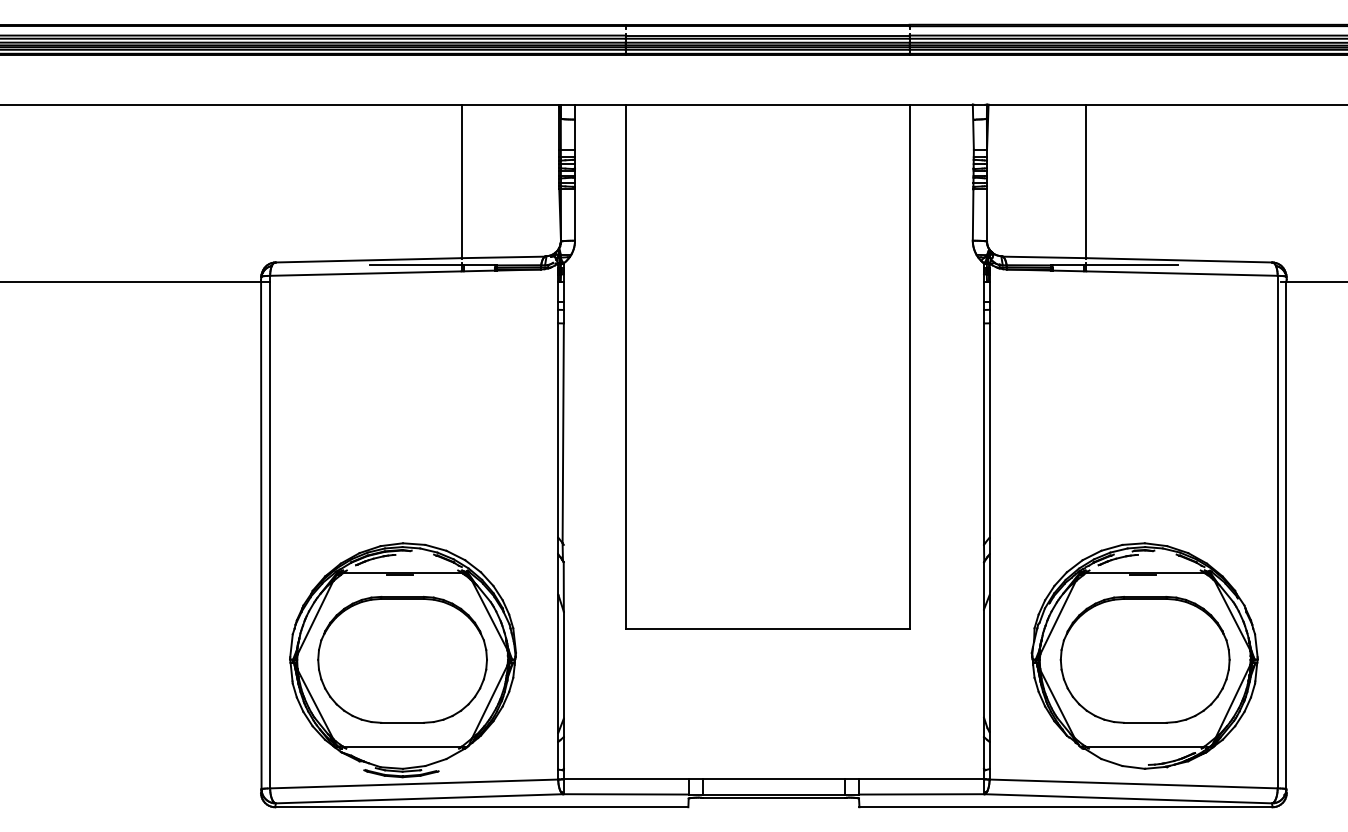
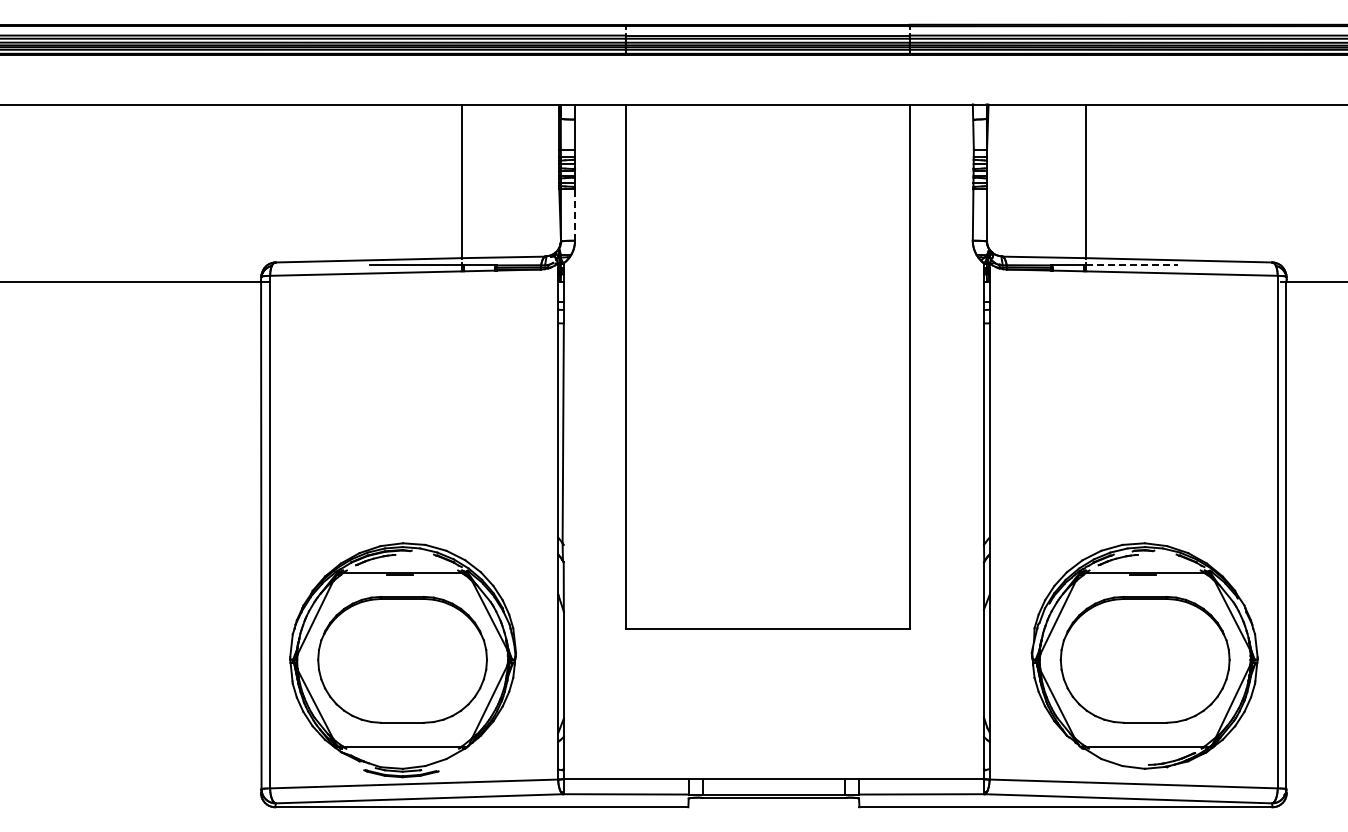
line at (575, 215): solid -> dashed
line at (1132, 265): solid -> dashed
